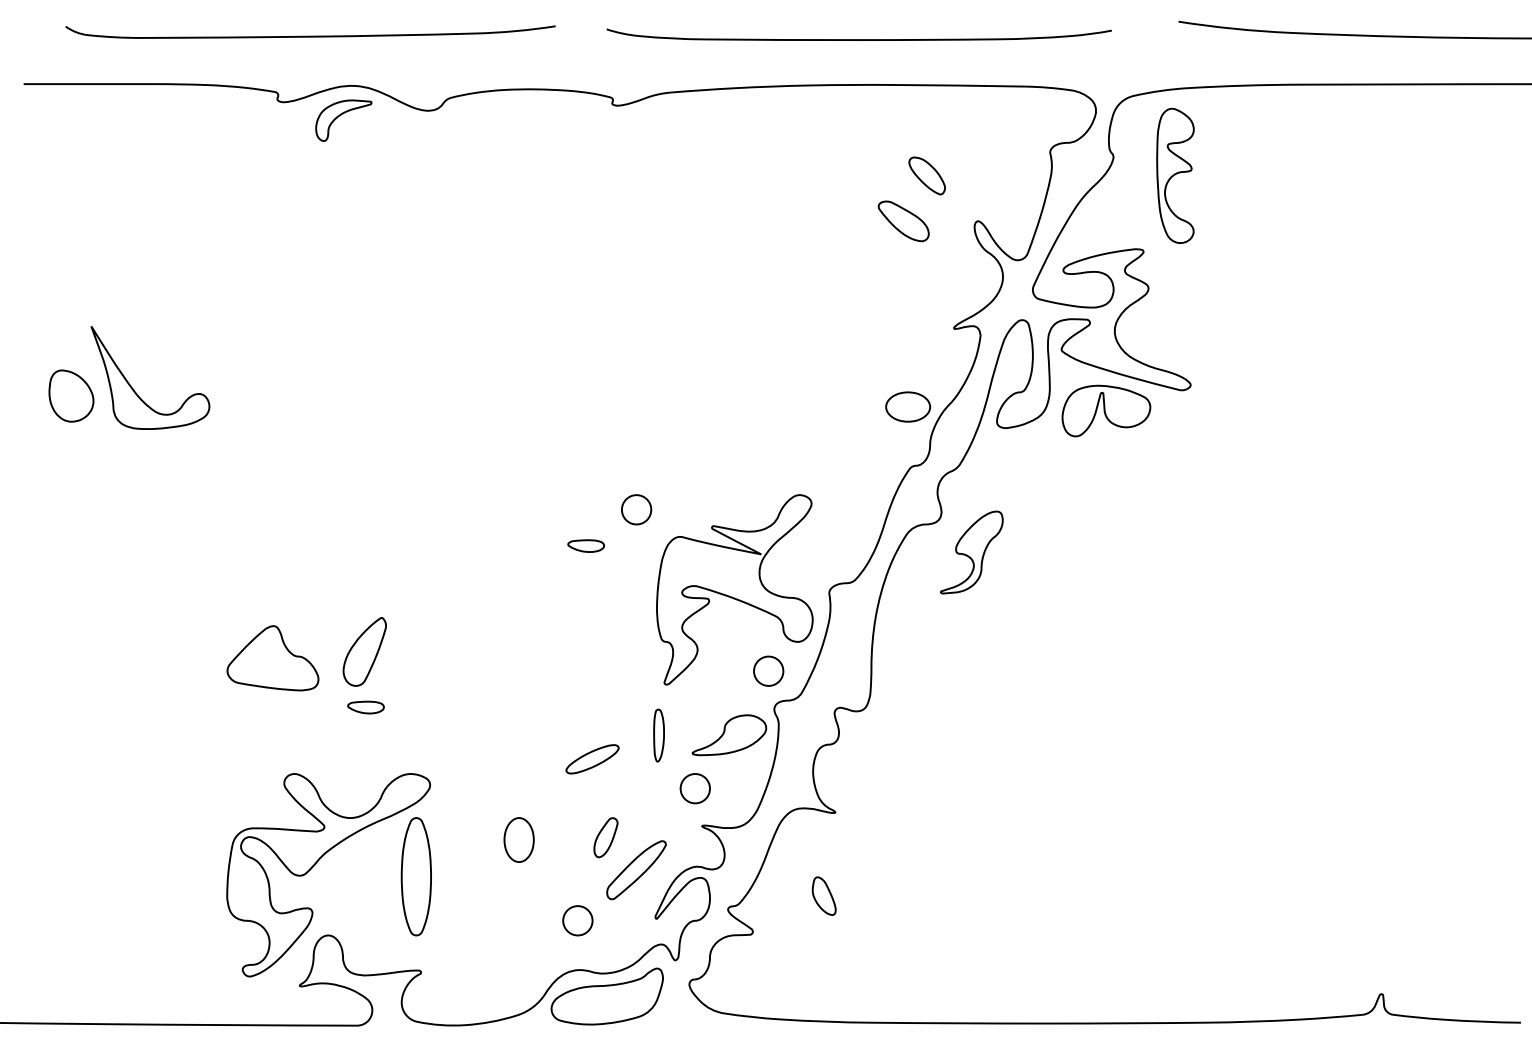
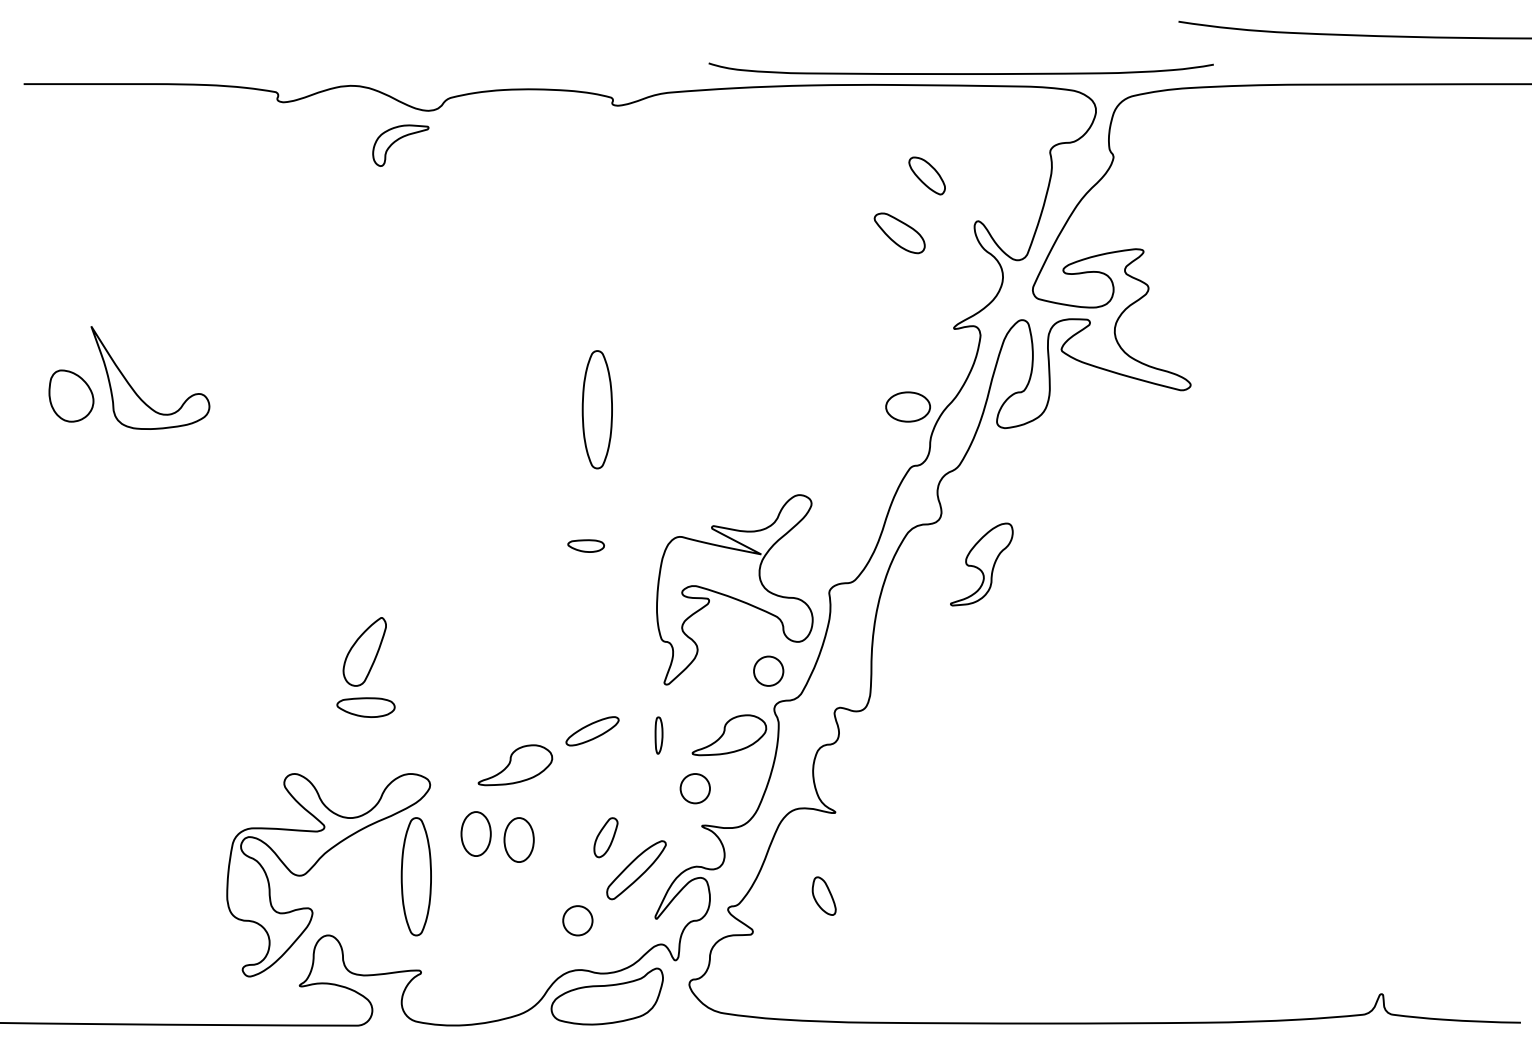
curve at (310, 35): present -> none
curve at (858, 39) position: (858, 39) -> (960, 73)
part at (343, 120) position: (343, 120) -> (400, 145)
part at (1175, 175): present -> none
part at (903, 221) position: (903, 221) -> (899, 233)
part at (596, 409): none -> present
part at (1106, 410): present -> none
part at (636, 509): present -> none
part at (971, 552) position: (971, 552) -> (981, 564)
part at (272, 658): present -> none
part at (365, 707) size: 38x15 px -> 60x21 px
part at (658, 735) size: 12x55 px -> 10x39 px
part at (592, 759) position: (592, 759) -> (592, 731)
part at (515, 765): none -> present
part at (475, 833): none -> present
